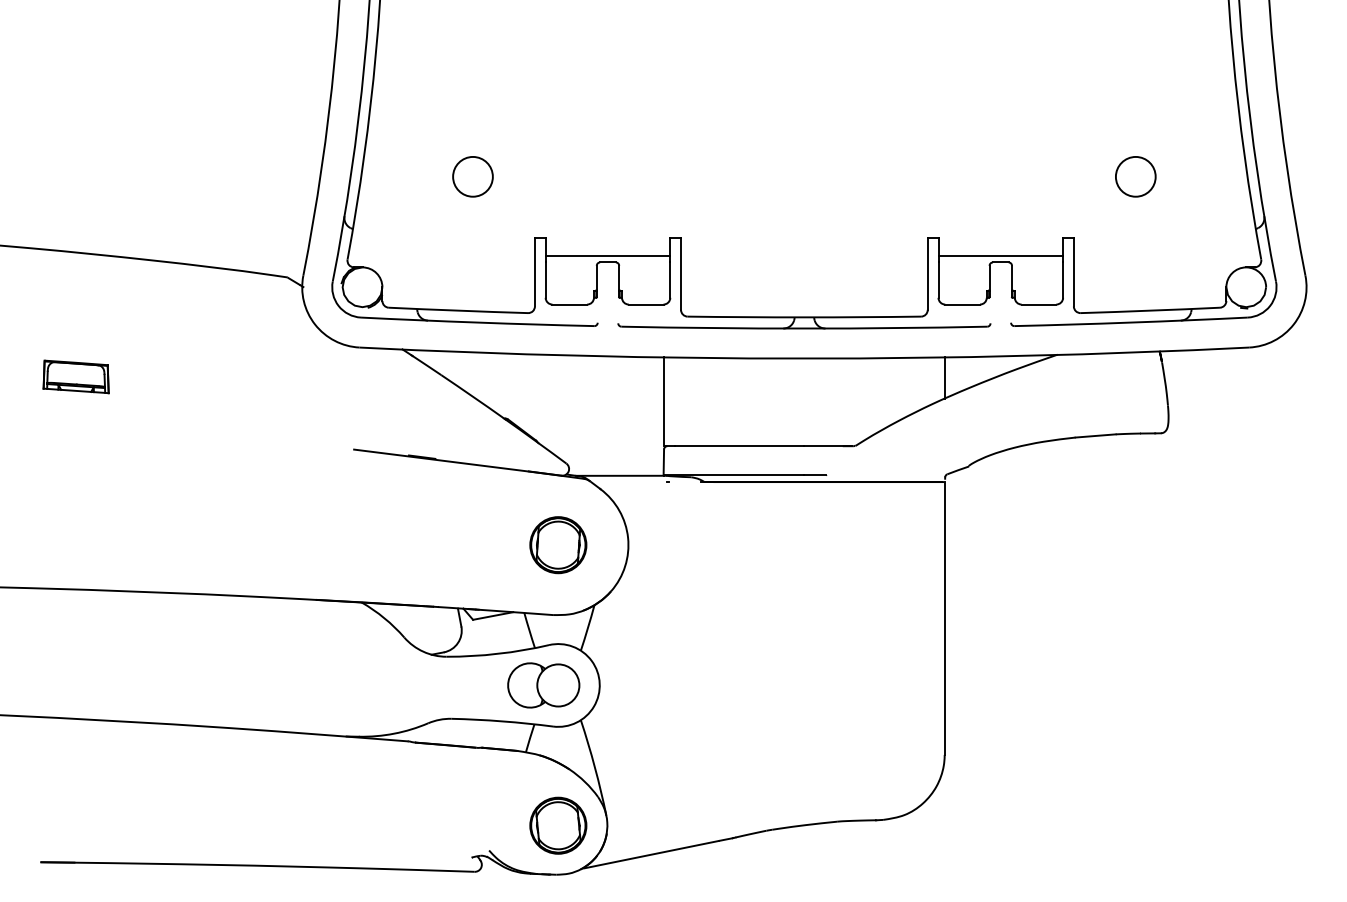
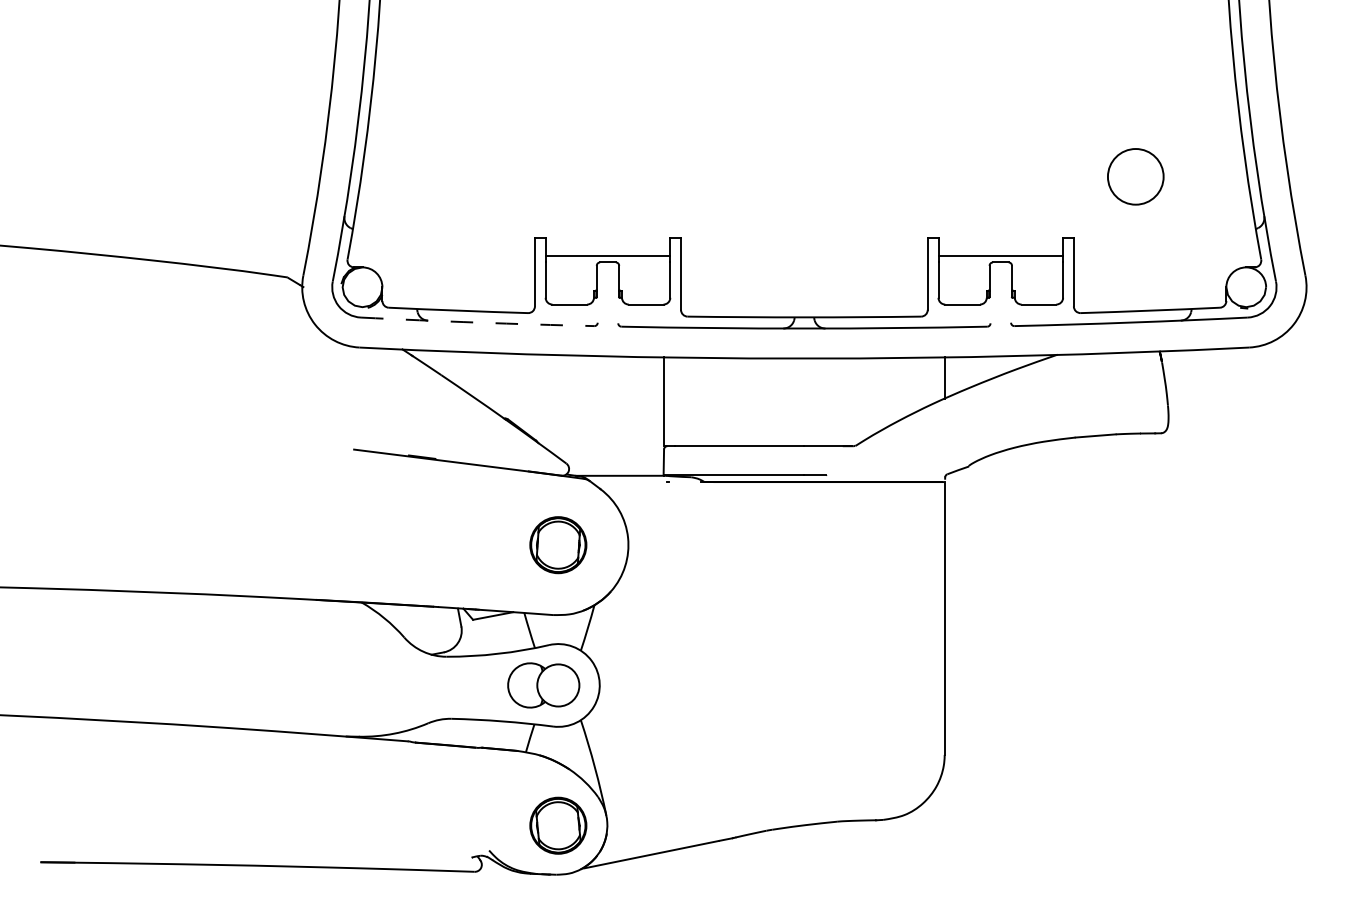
circle at (472, 176): present -> none
circle at (1135, 176) diameter: 40 px -> 56 px
arc at (477, 322): solid -> dashed
part at (75, 376): present -> none
